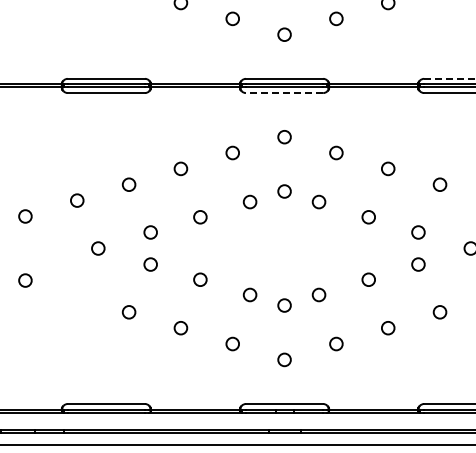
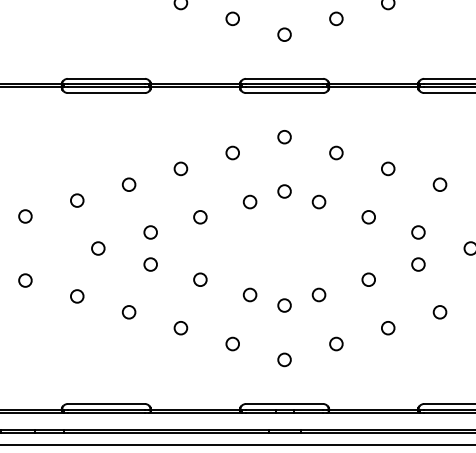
line at (449, 78): dashed -> solid
line at (284, 93): dashed -> solid
circle at (77, 296): none -> present
